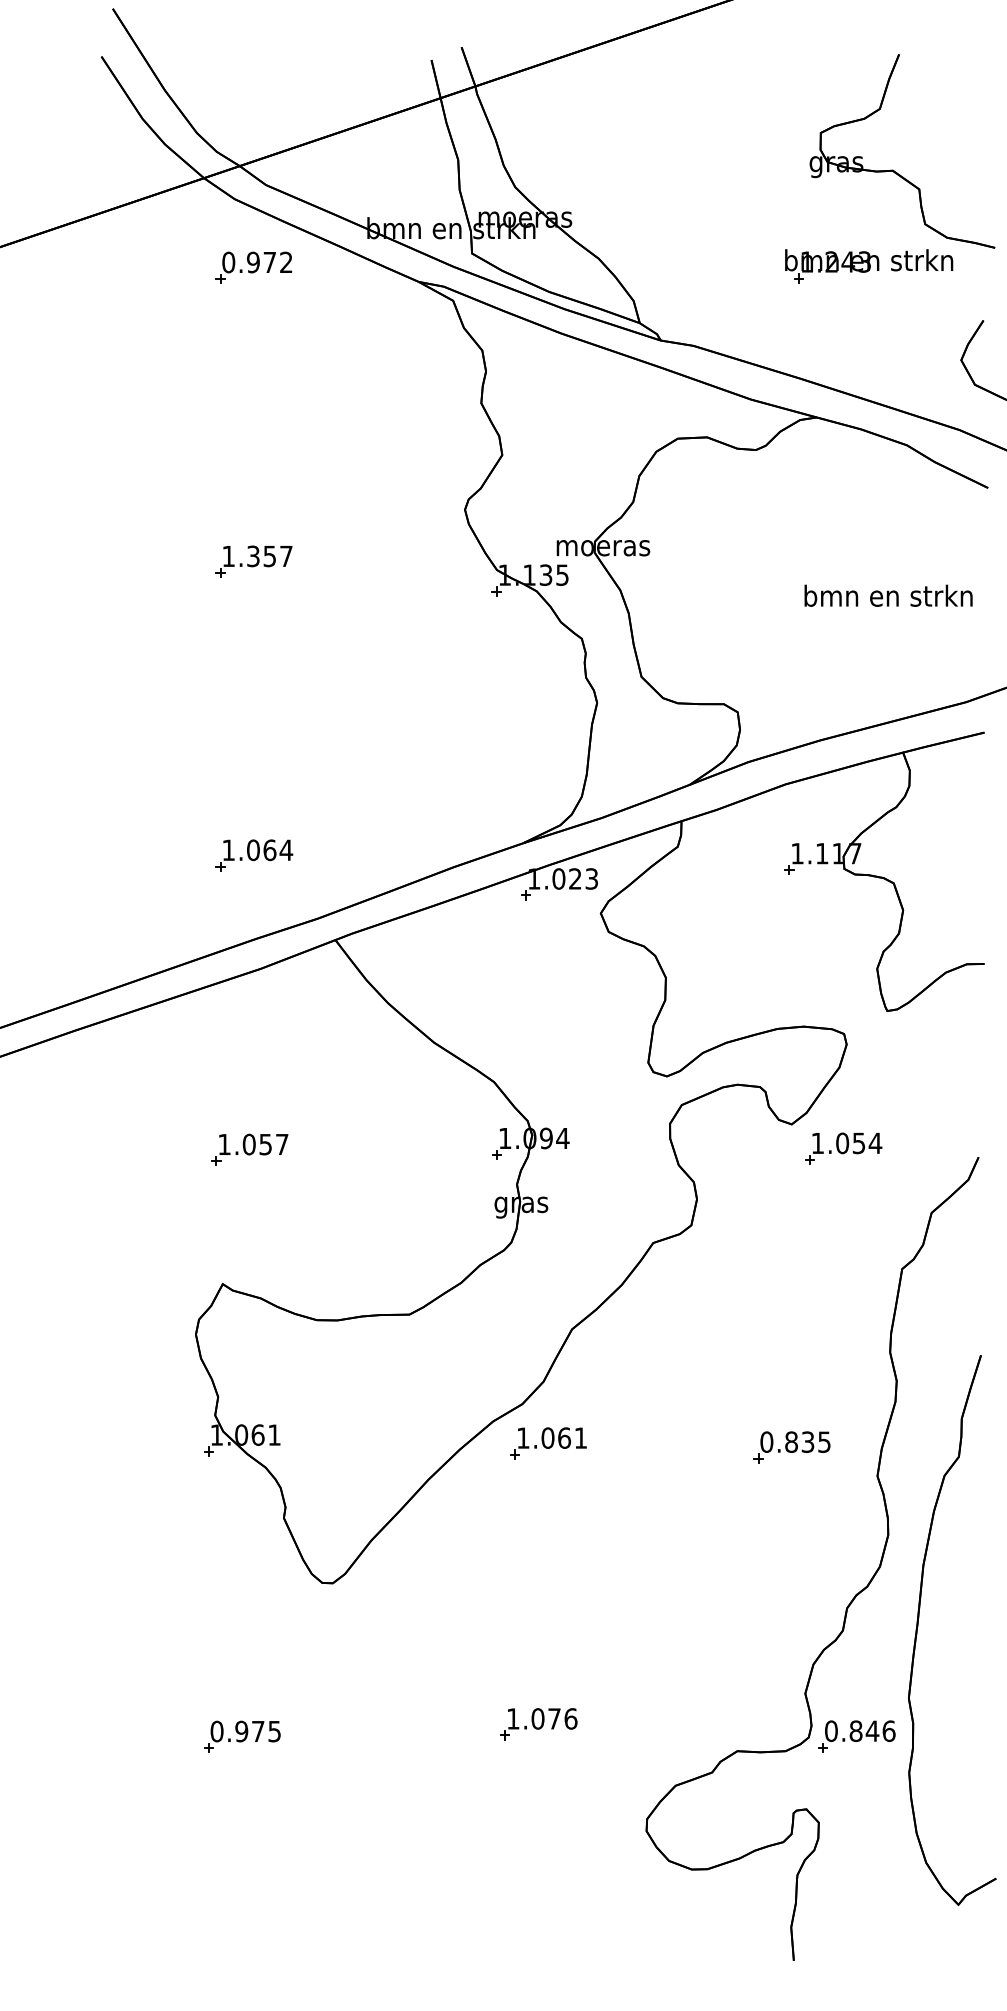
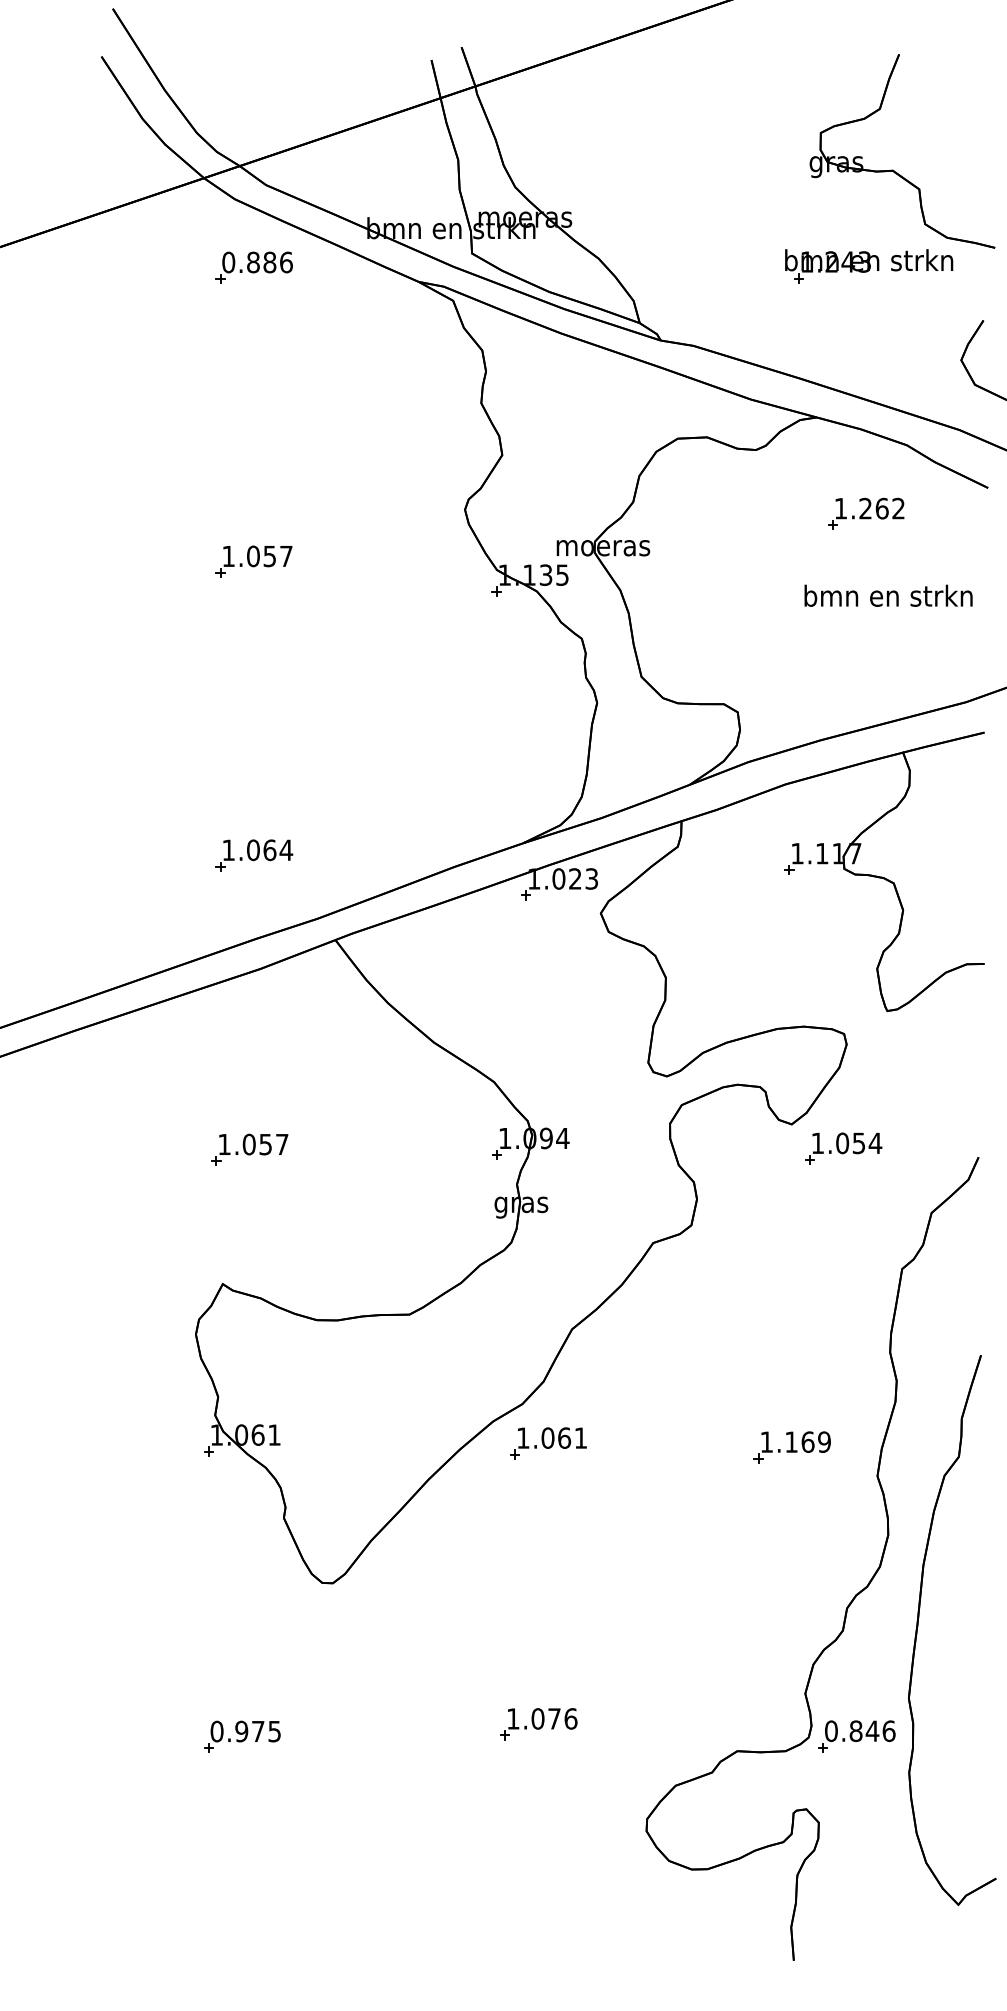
text at (269, 262): 0.972 -> 0.886
part at (866, 513): none -> present
text at (253, 556): 1.357 -> 1.057
text at (795, 1441): 0.835 -> 1.169
